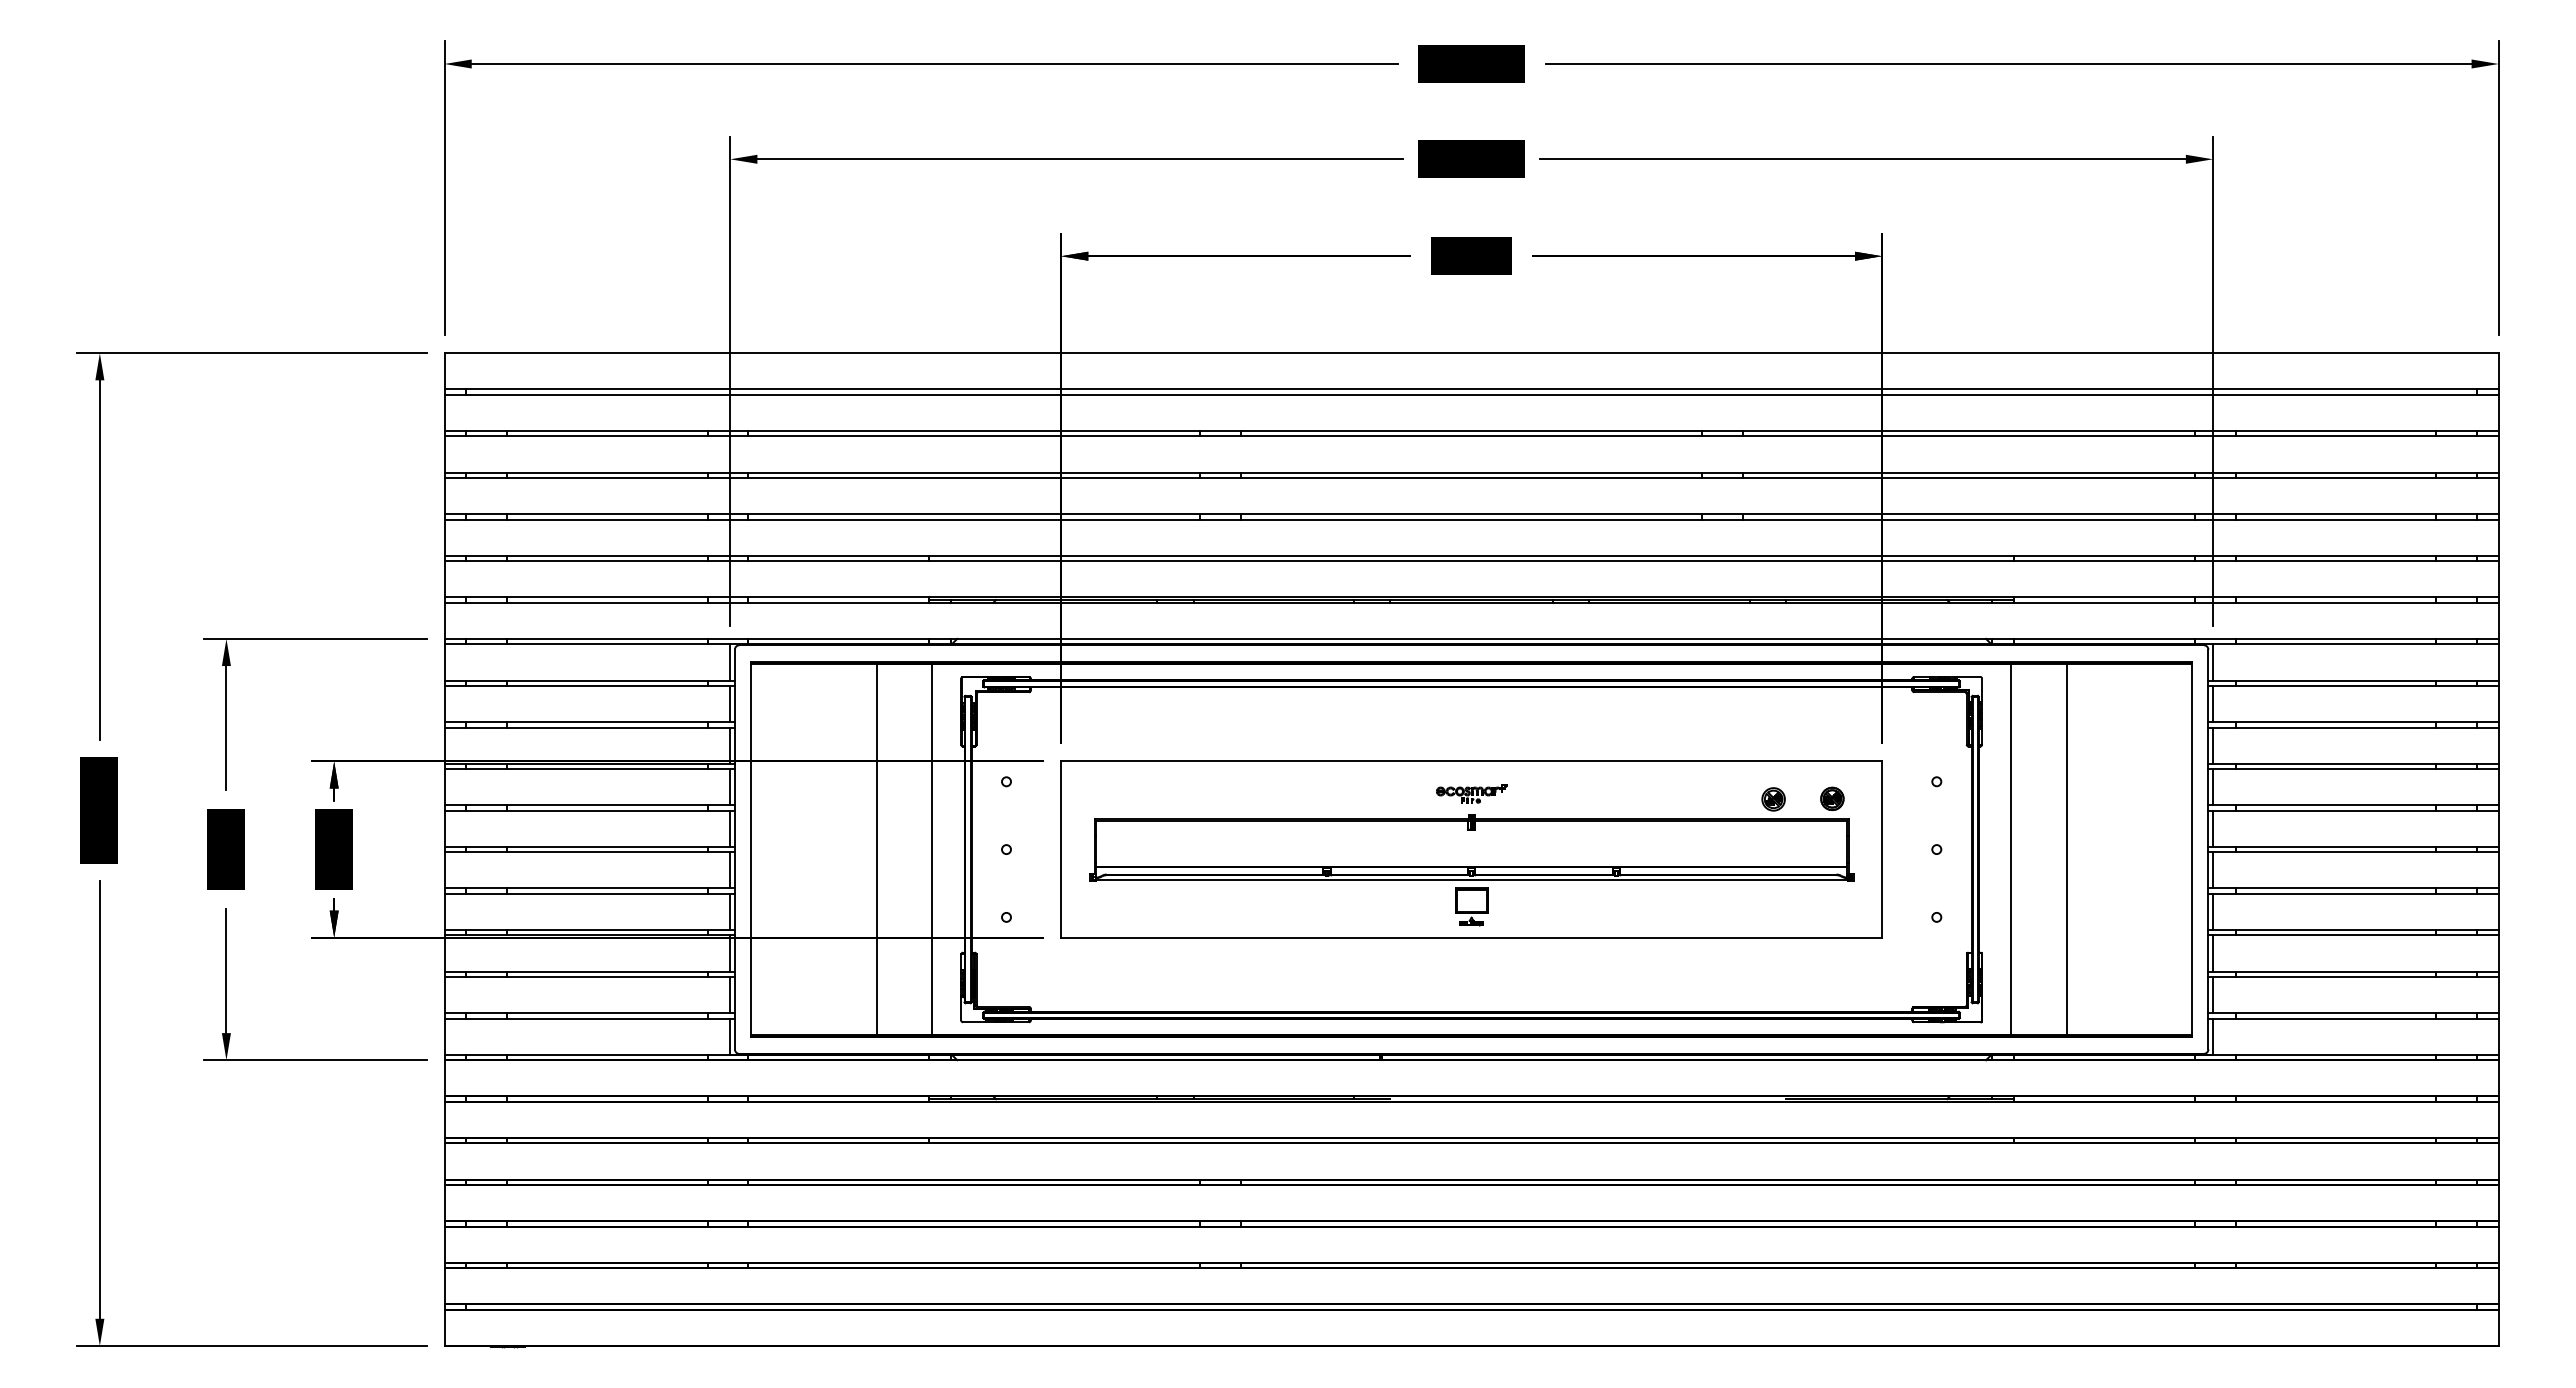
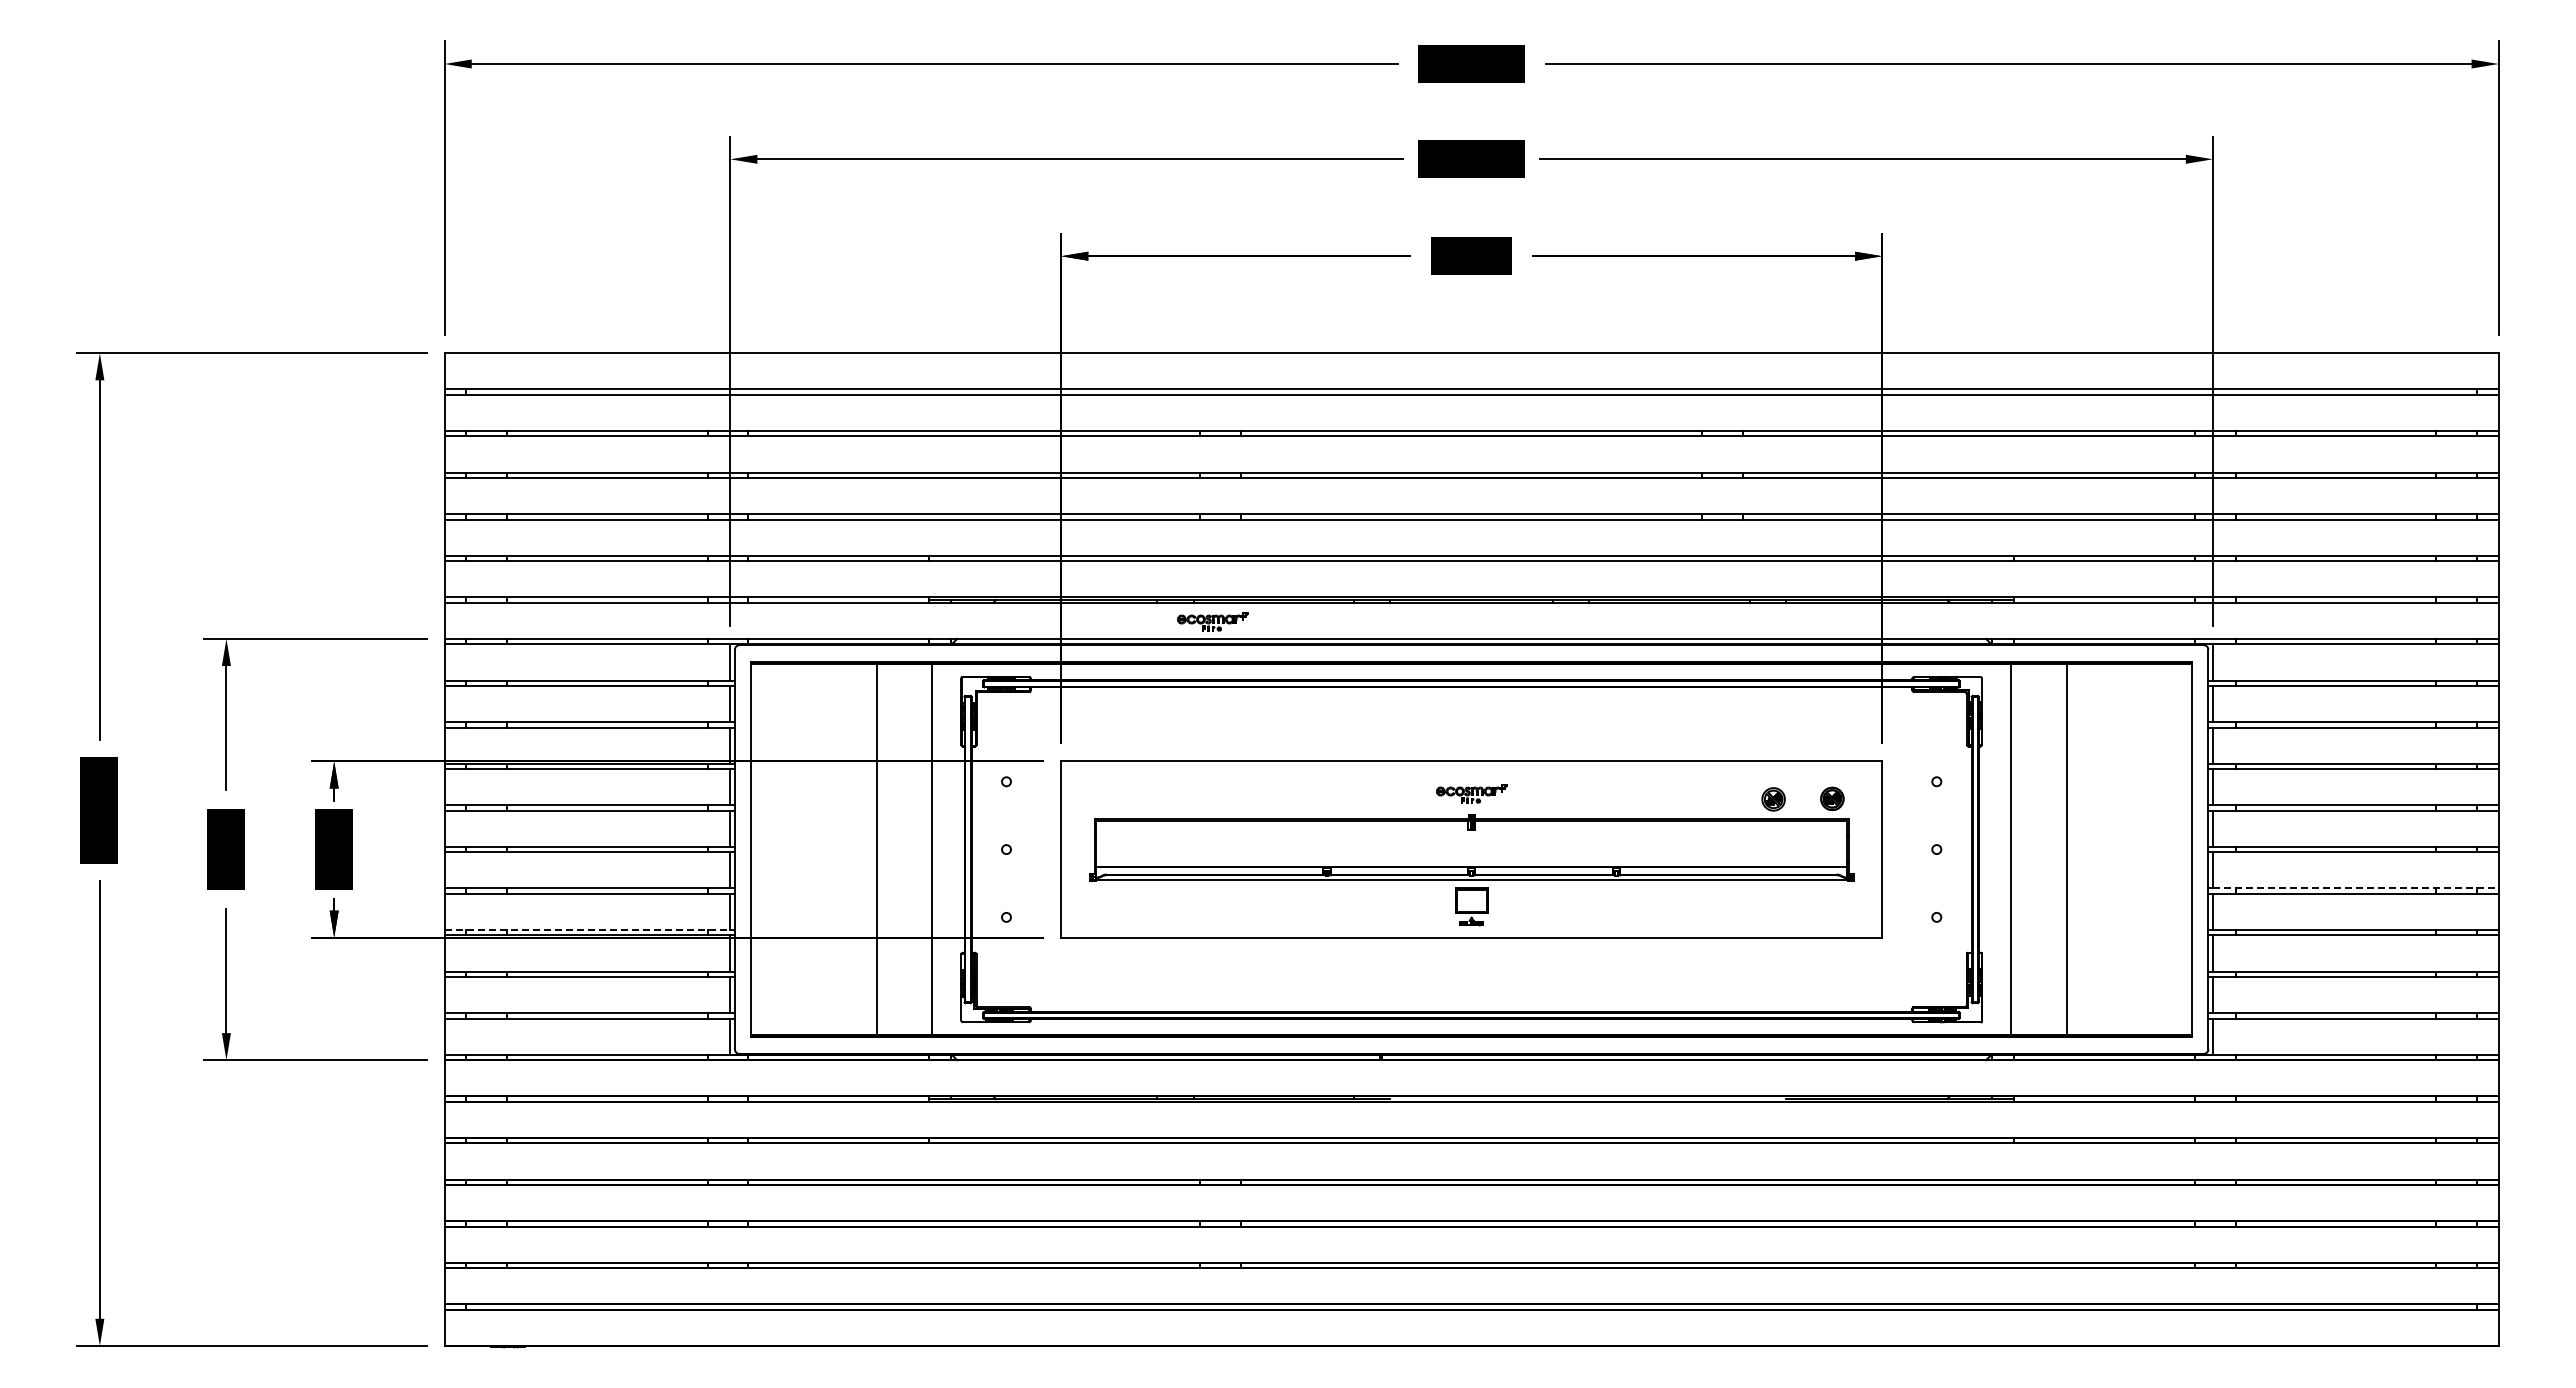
part at (1212, 621): none -> present
line at (2355, 888): solid -> dashed
line at (587, 930): solid -> dashed
